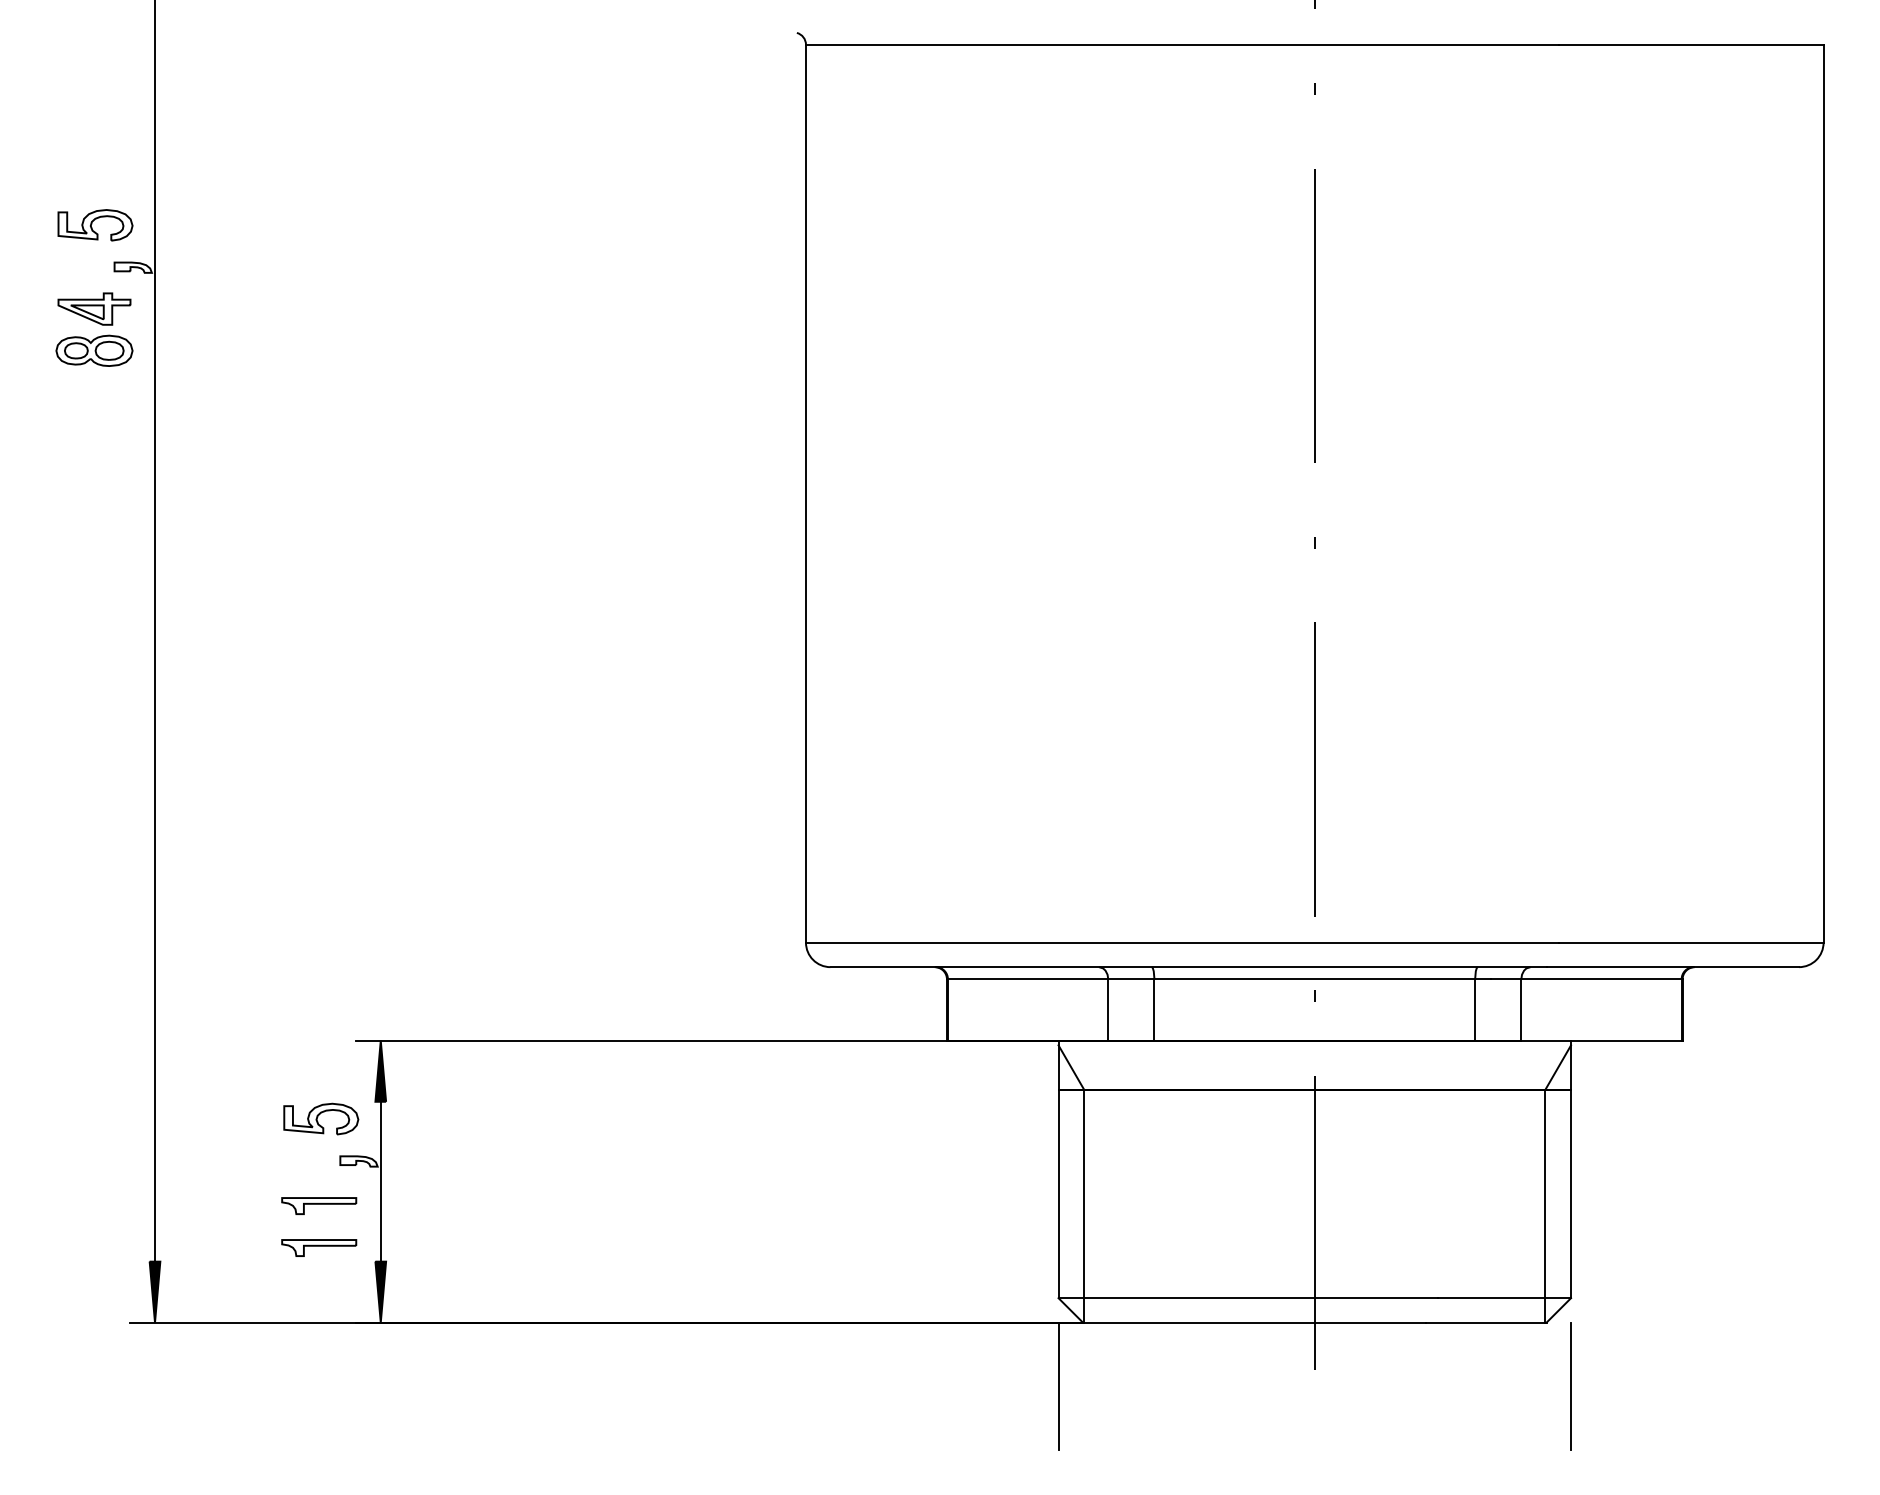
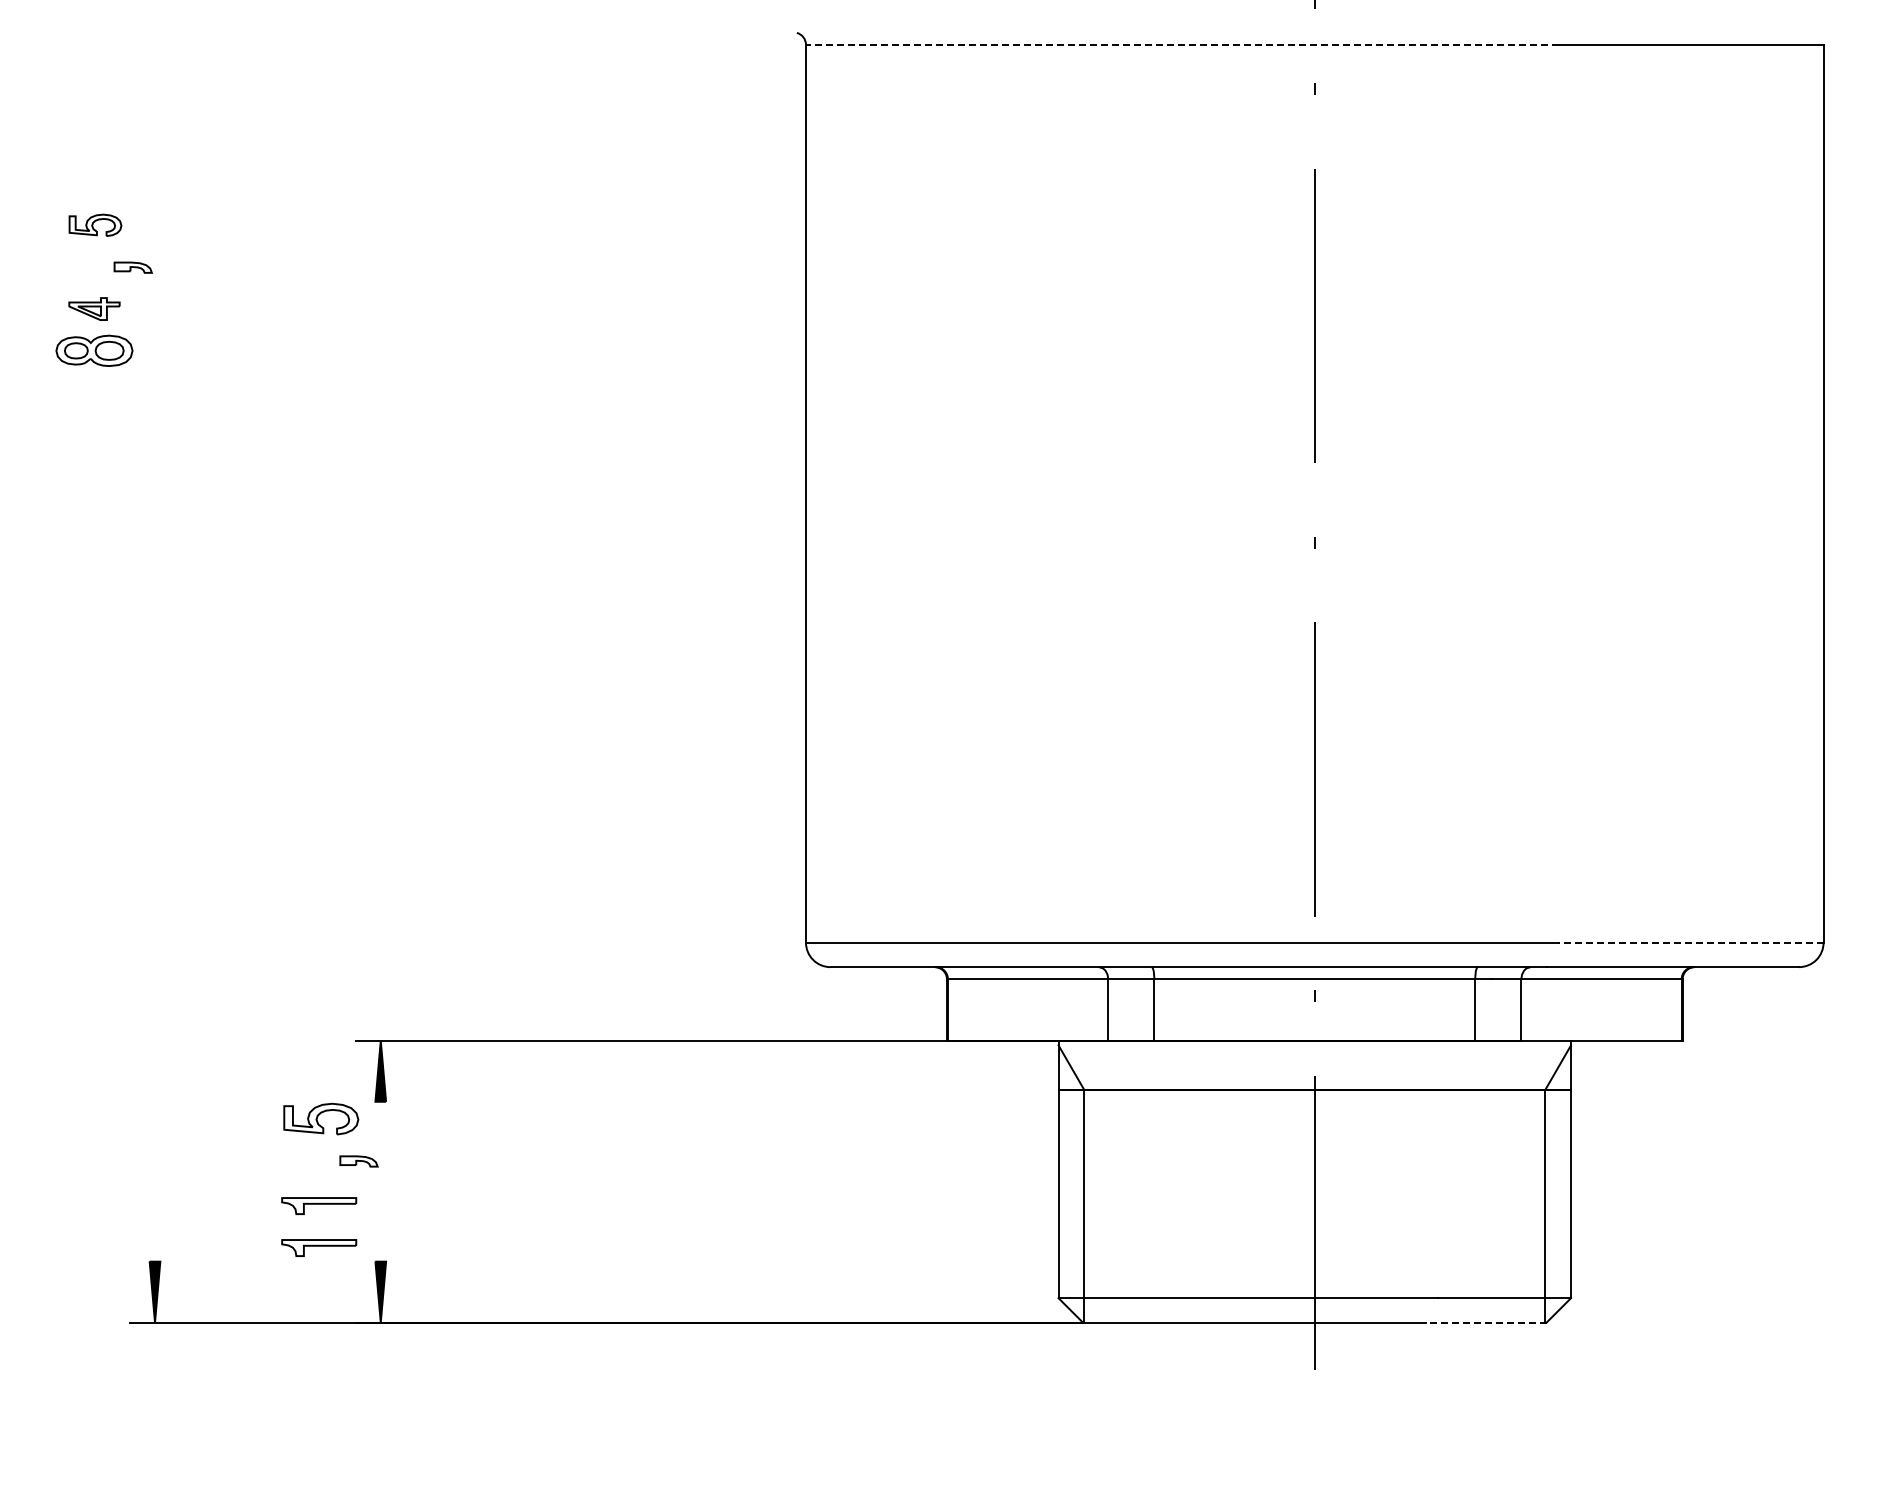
line at (1181, 44): solid -> dashed
part at (95, 225) size: 77x33 px -> 55x24 px
part at (94, 308) size: 75x34 px -> 53x24 px
line at (155, 631): present -> none
line at (1690, 942): solid -> dashed
line at (380, 1181): present -> none
line at (1485, 1322): solid -> dashed
line at (1058, 1386): present -> none
line at (1571, 1386): present -> none
